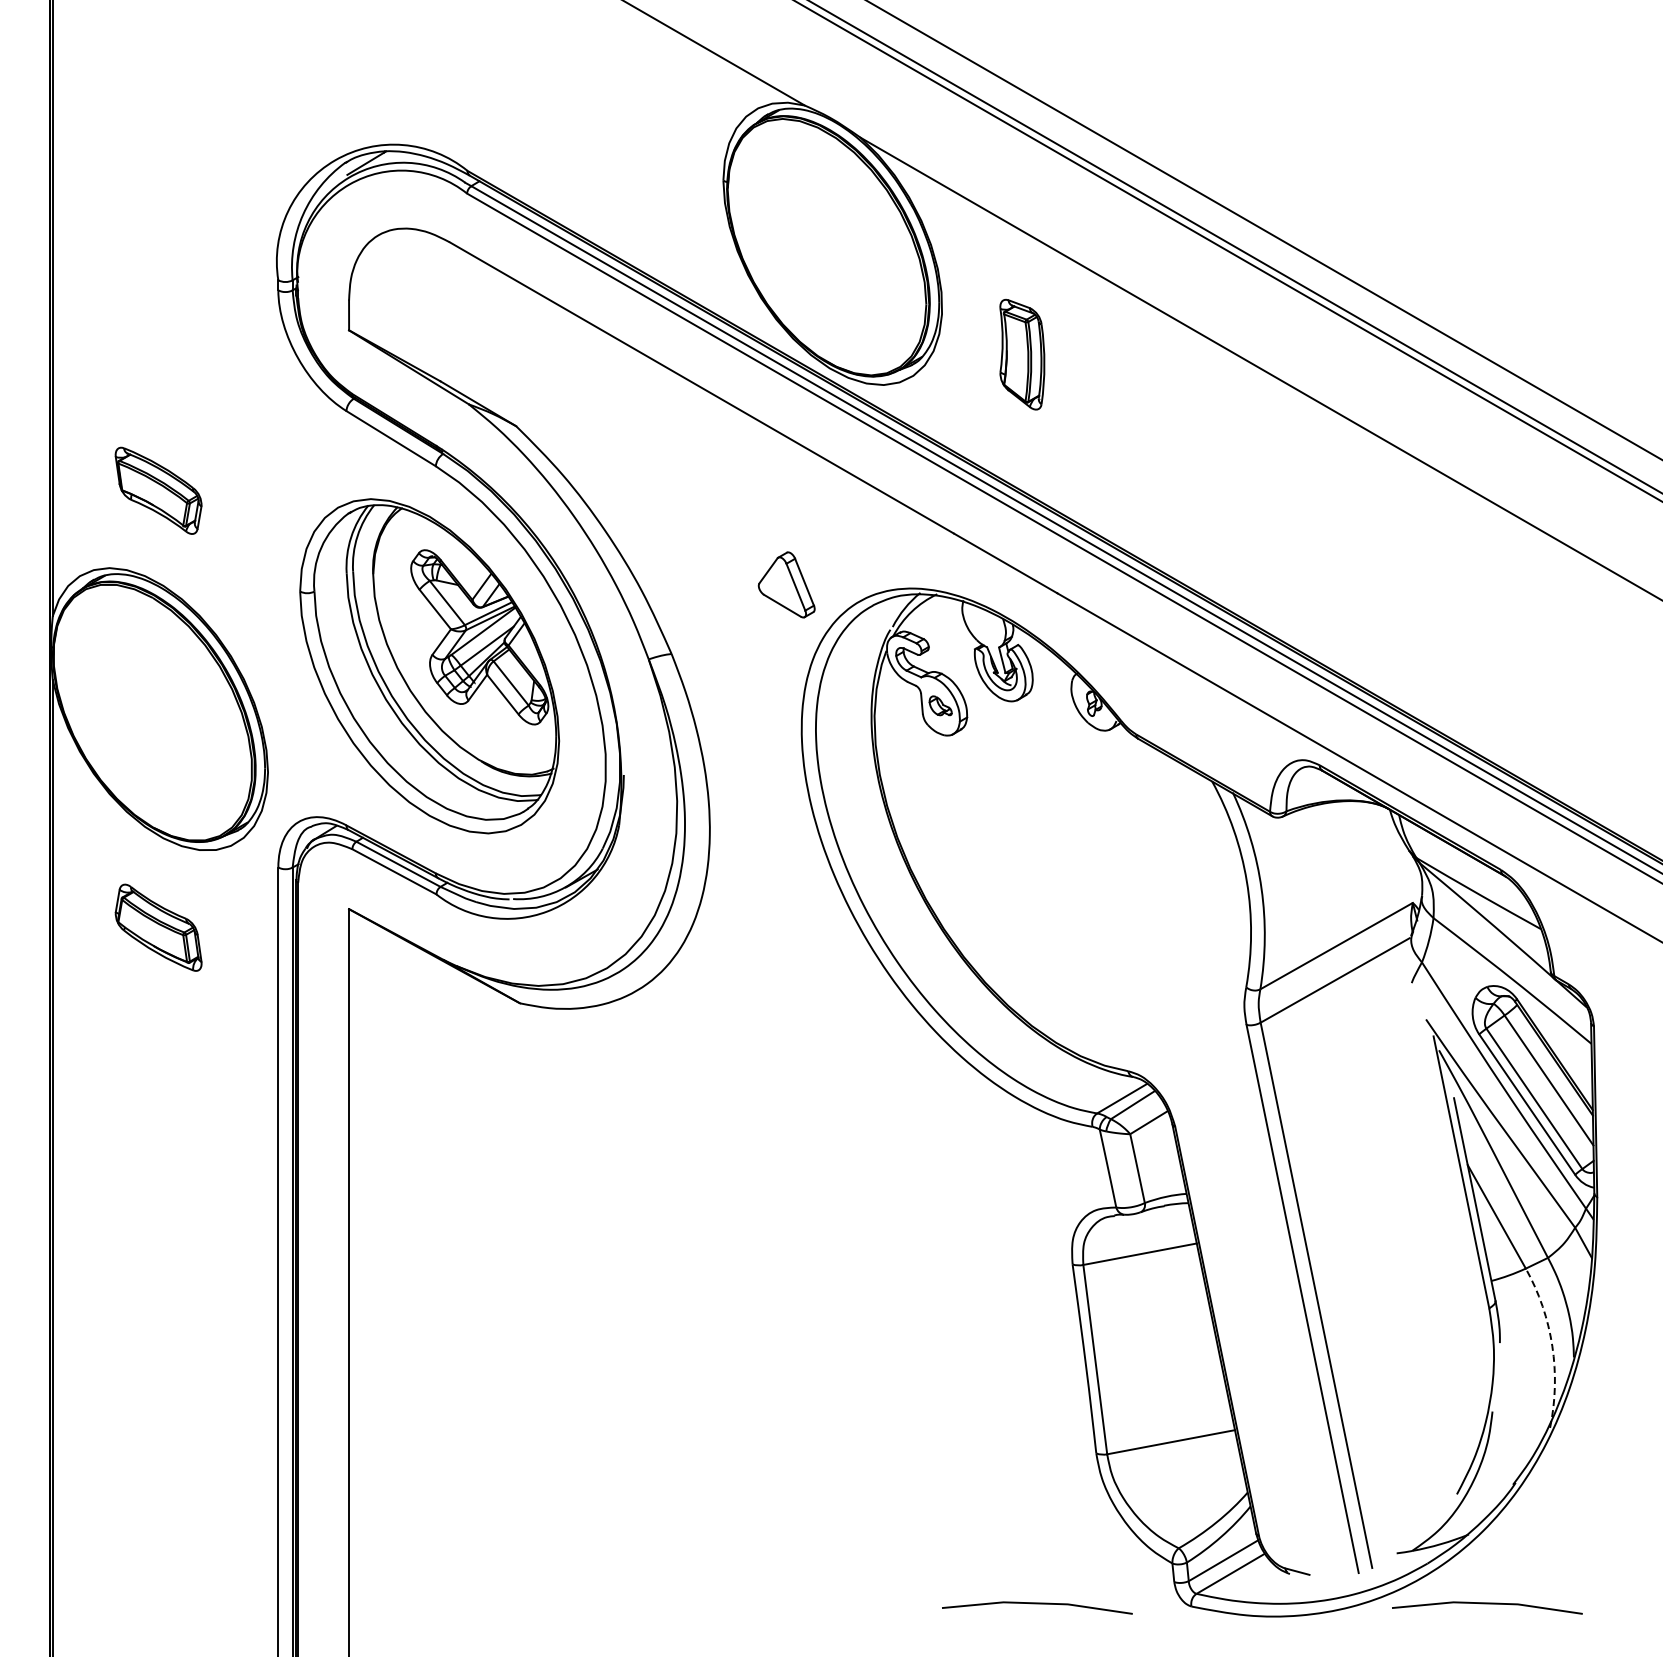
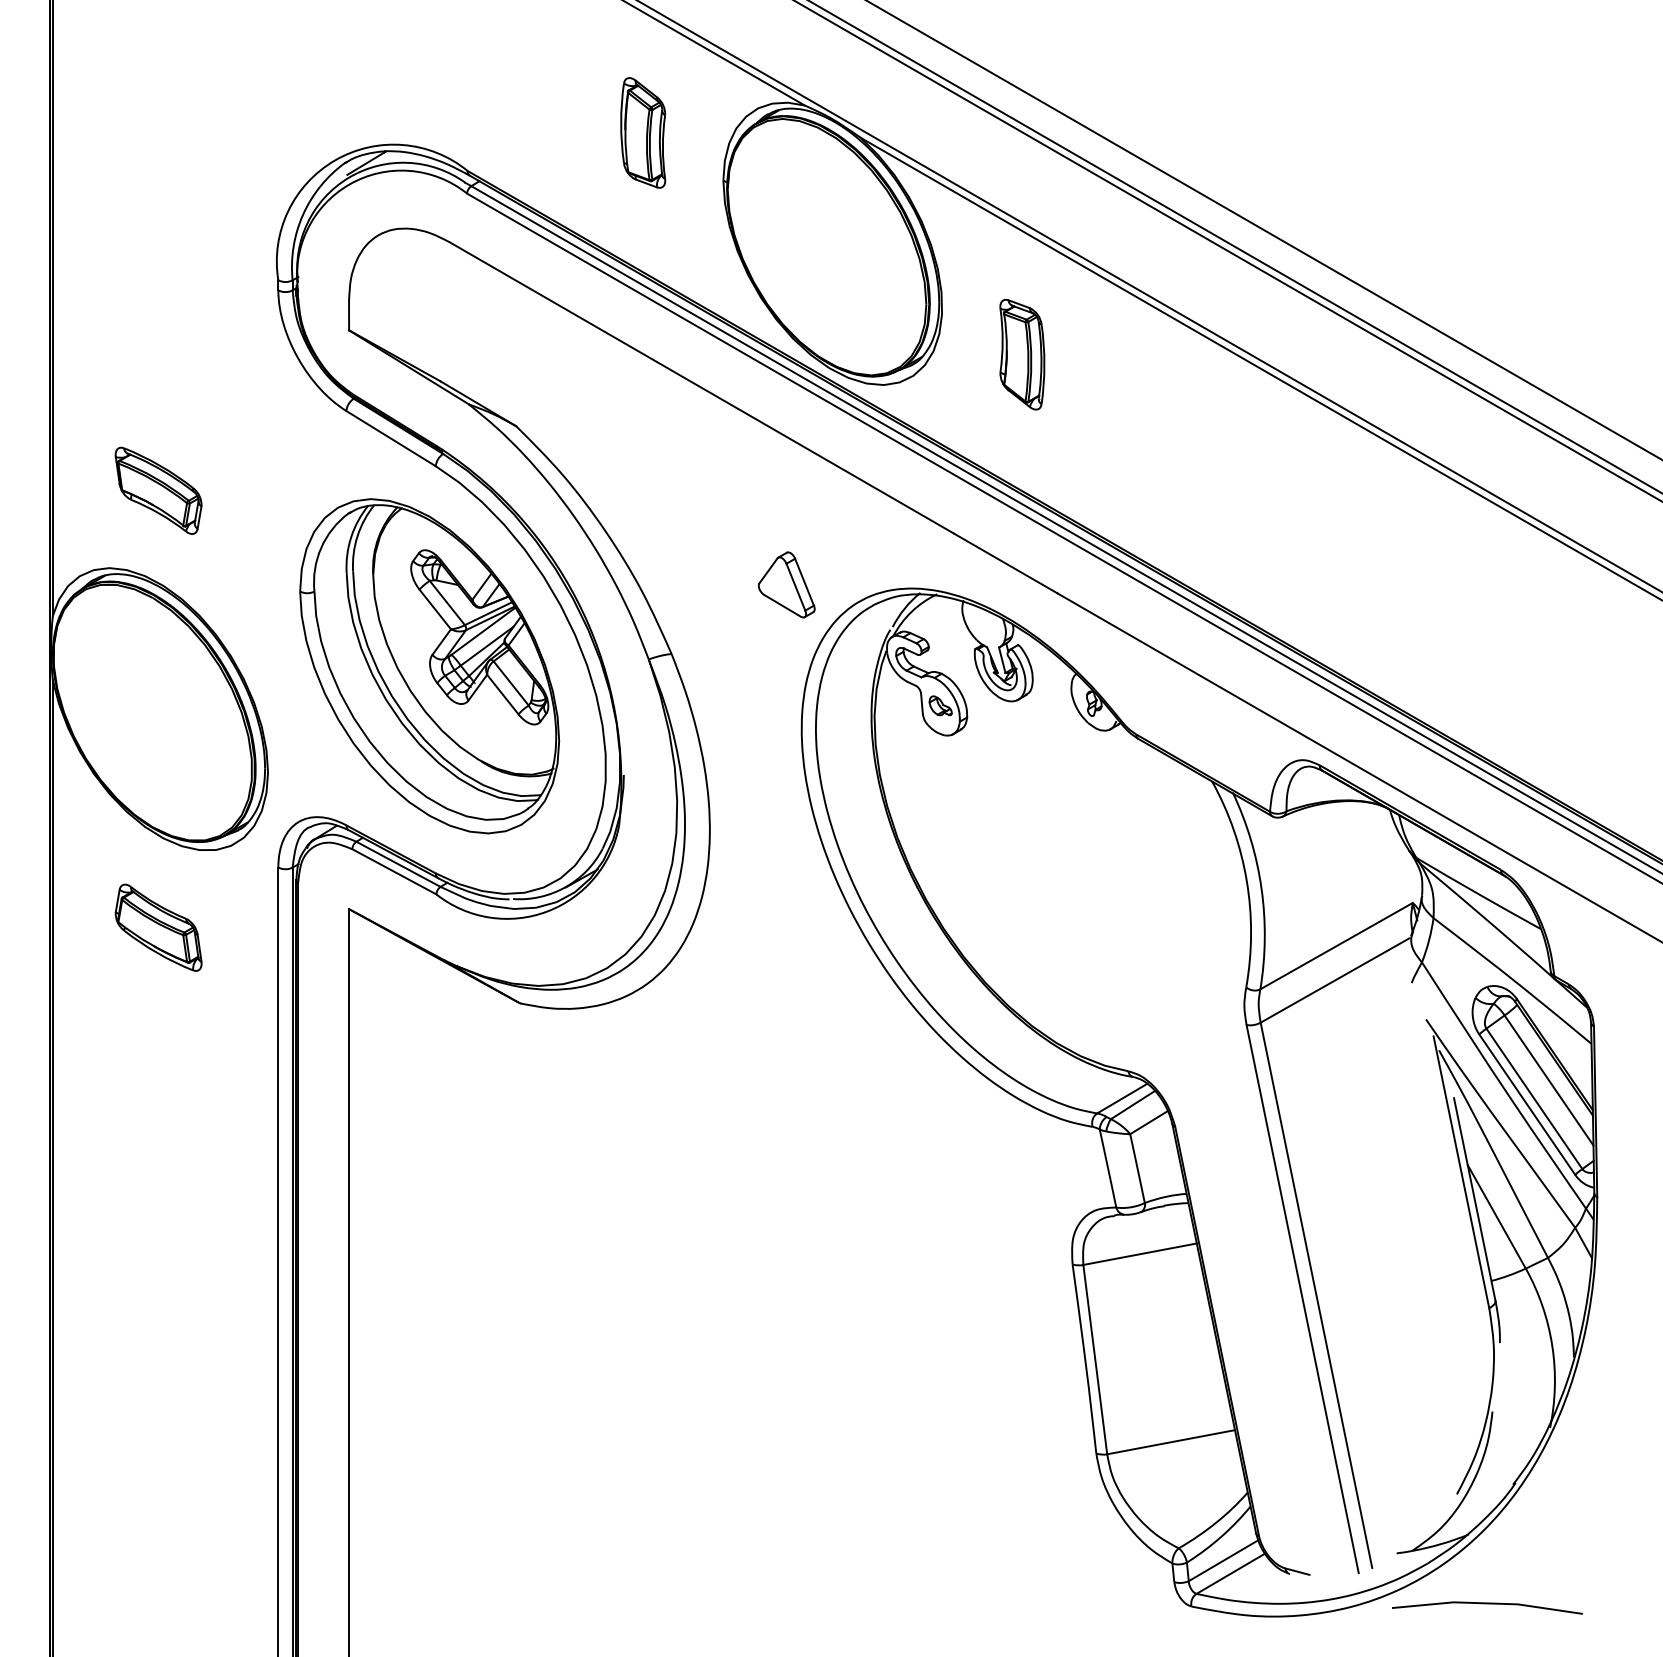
part at (643, 132): none -> present
line at (1149, 296): none -> present
arc at (1552, 1346): dashed -> solid
line at (1037, 1604): present -> none
